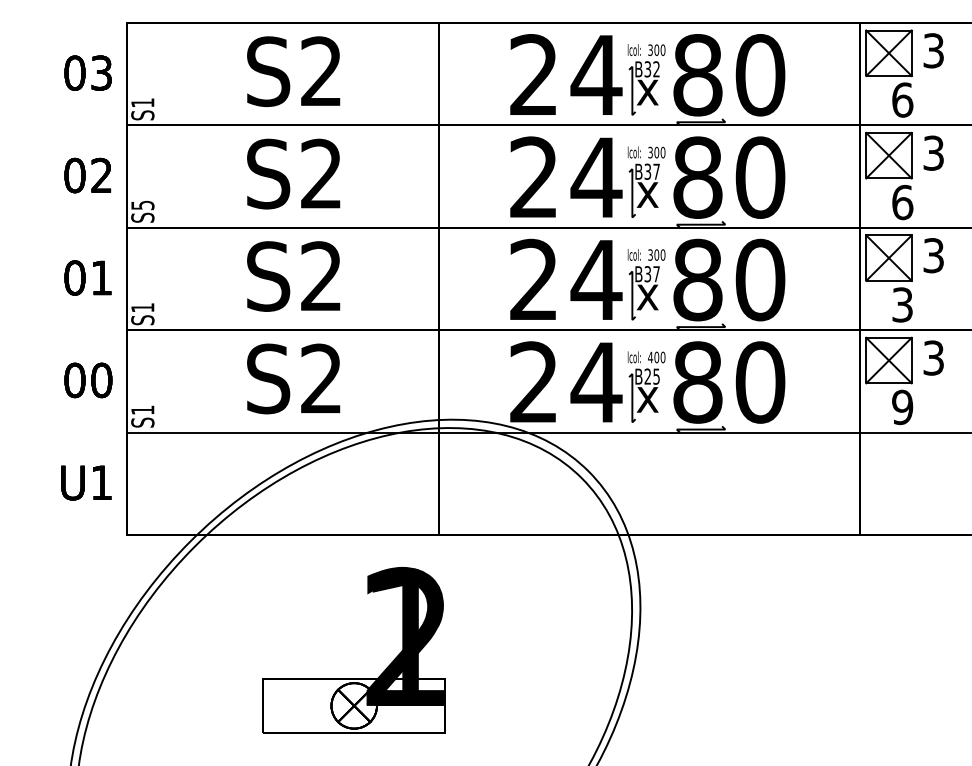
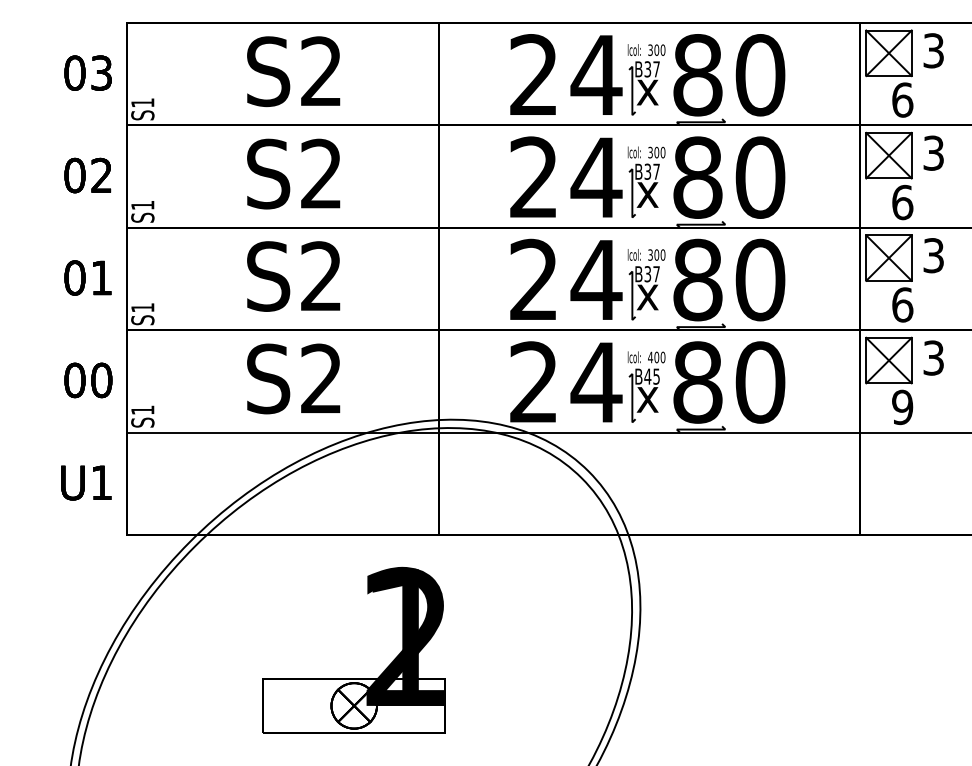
text at (656, 69): B32 -> B37
text at (142, 205): S5 -> S1
text at (902, 304): 3 -> 6
text at (647, 376): B25 -> B45
